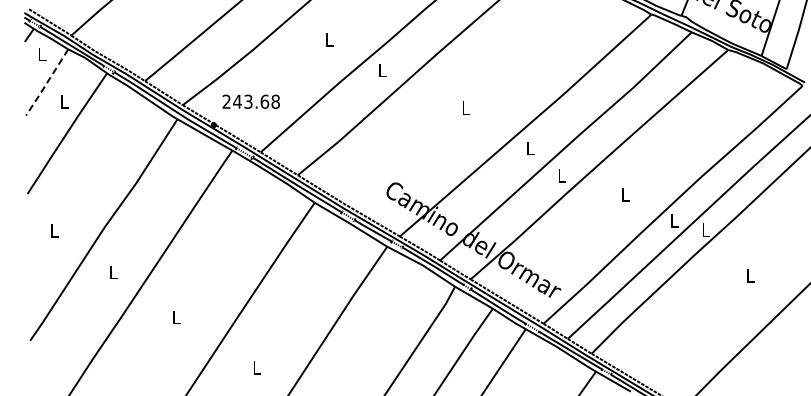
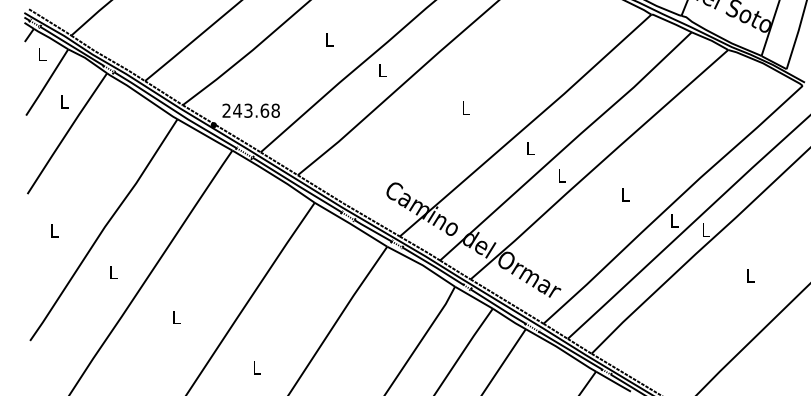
line at (46, 83): dashed -> solid
text at (250, 101) position: (250, 101) -> (250, 110)
